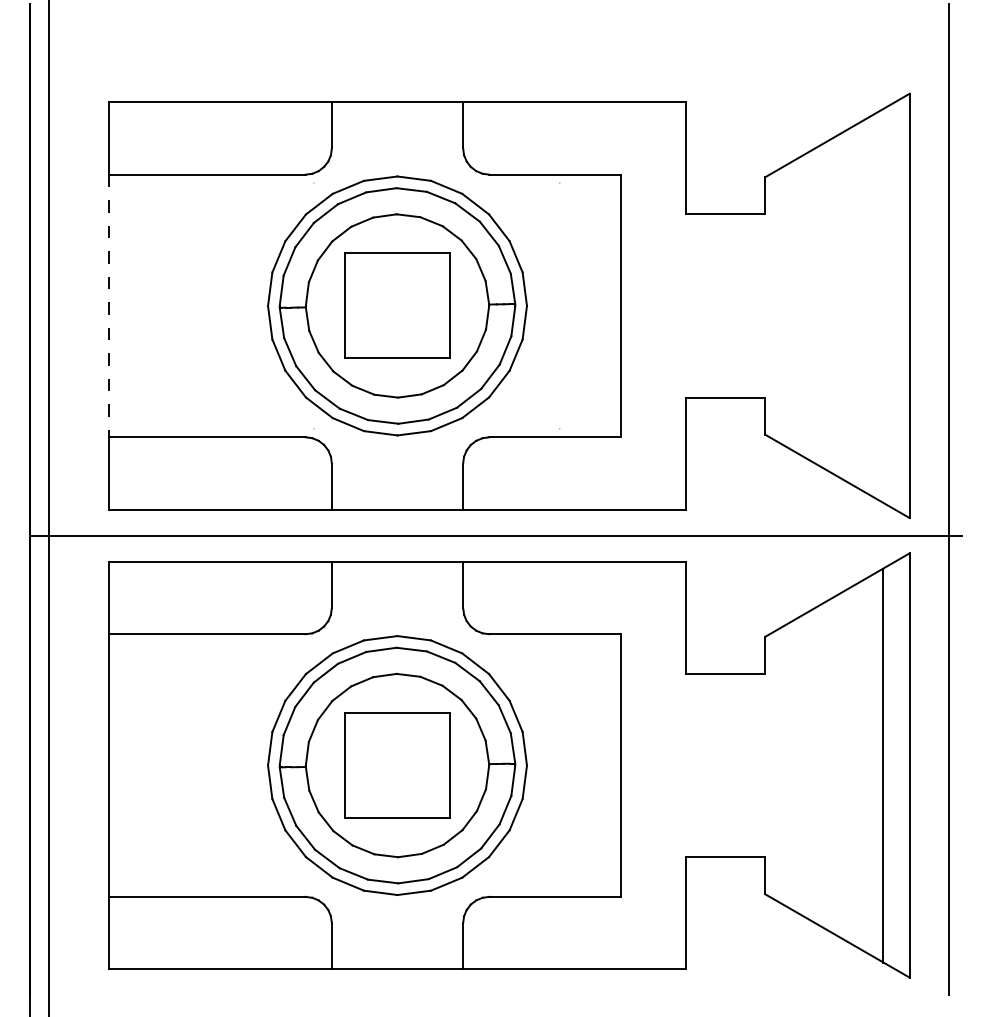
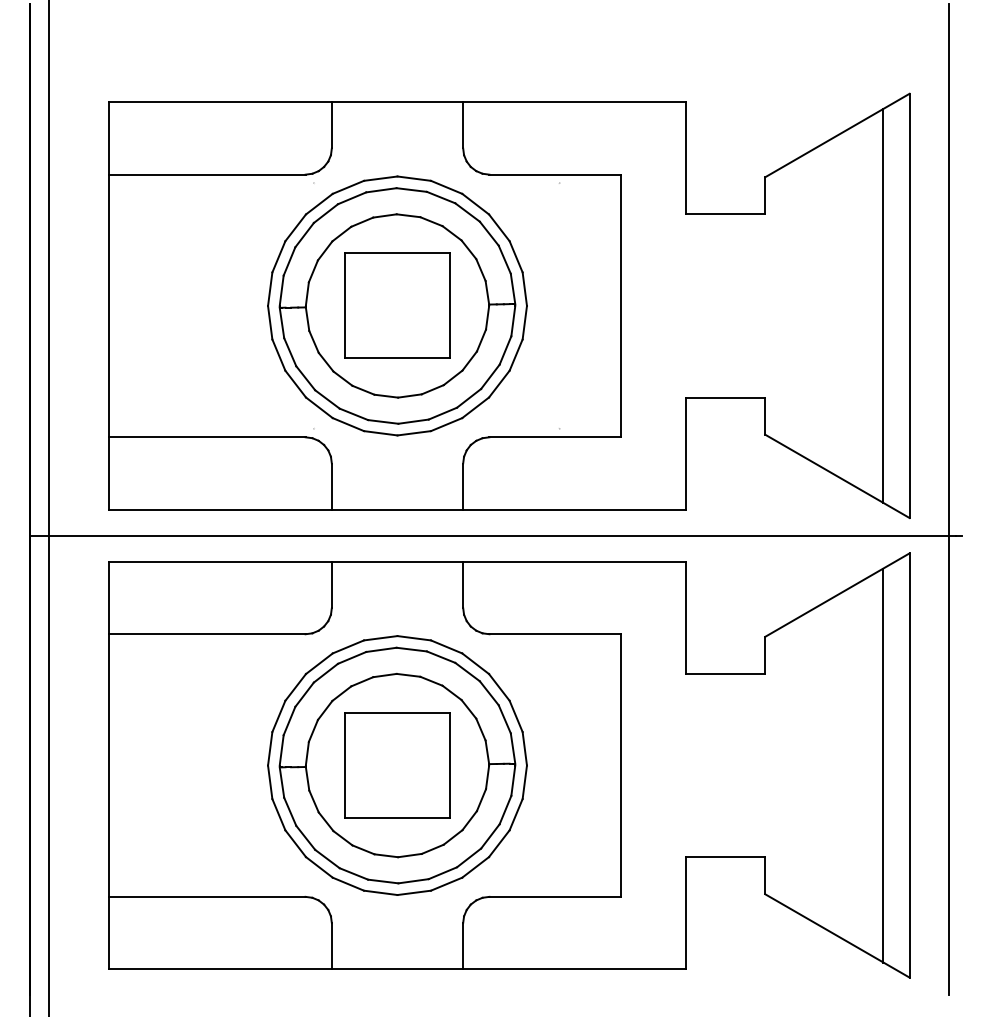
line at (883, 305): none -> present
line at (108, 306): dashed -> solid
